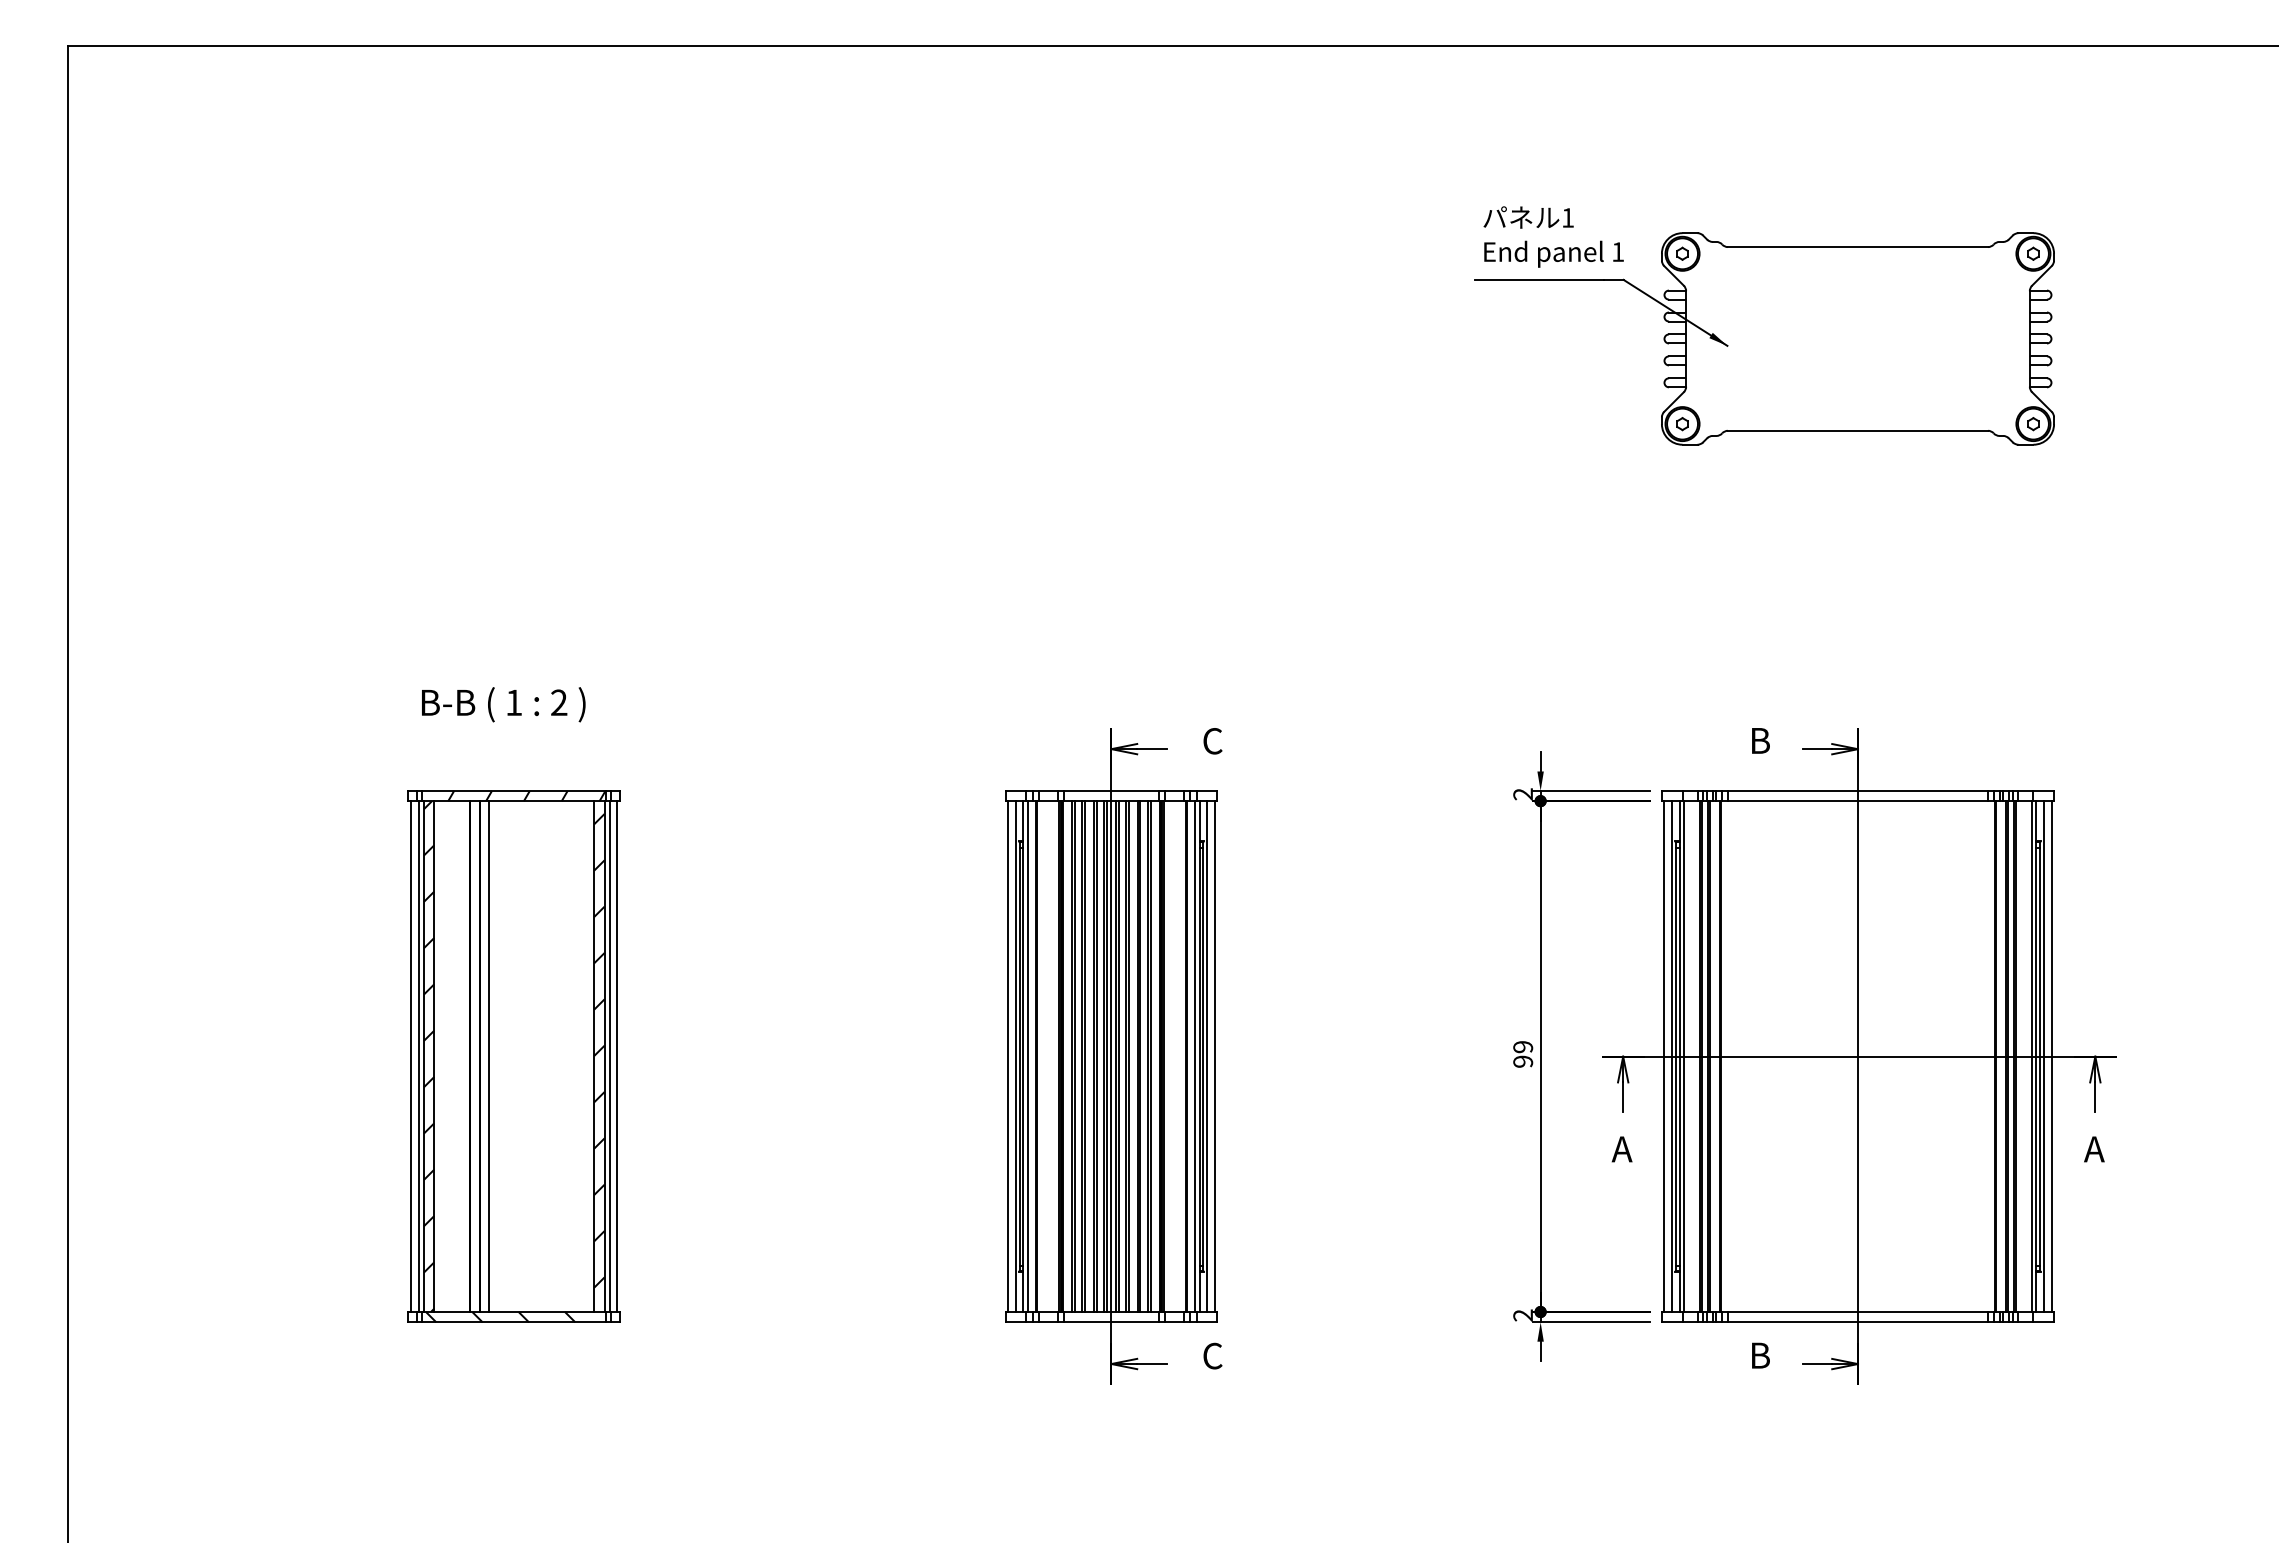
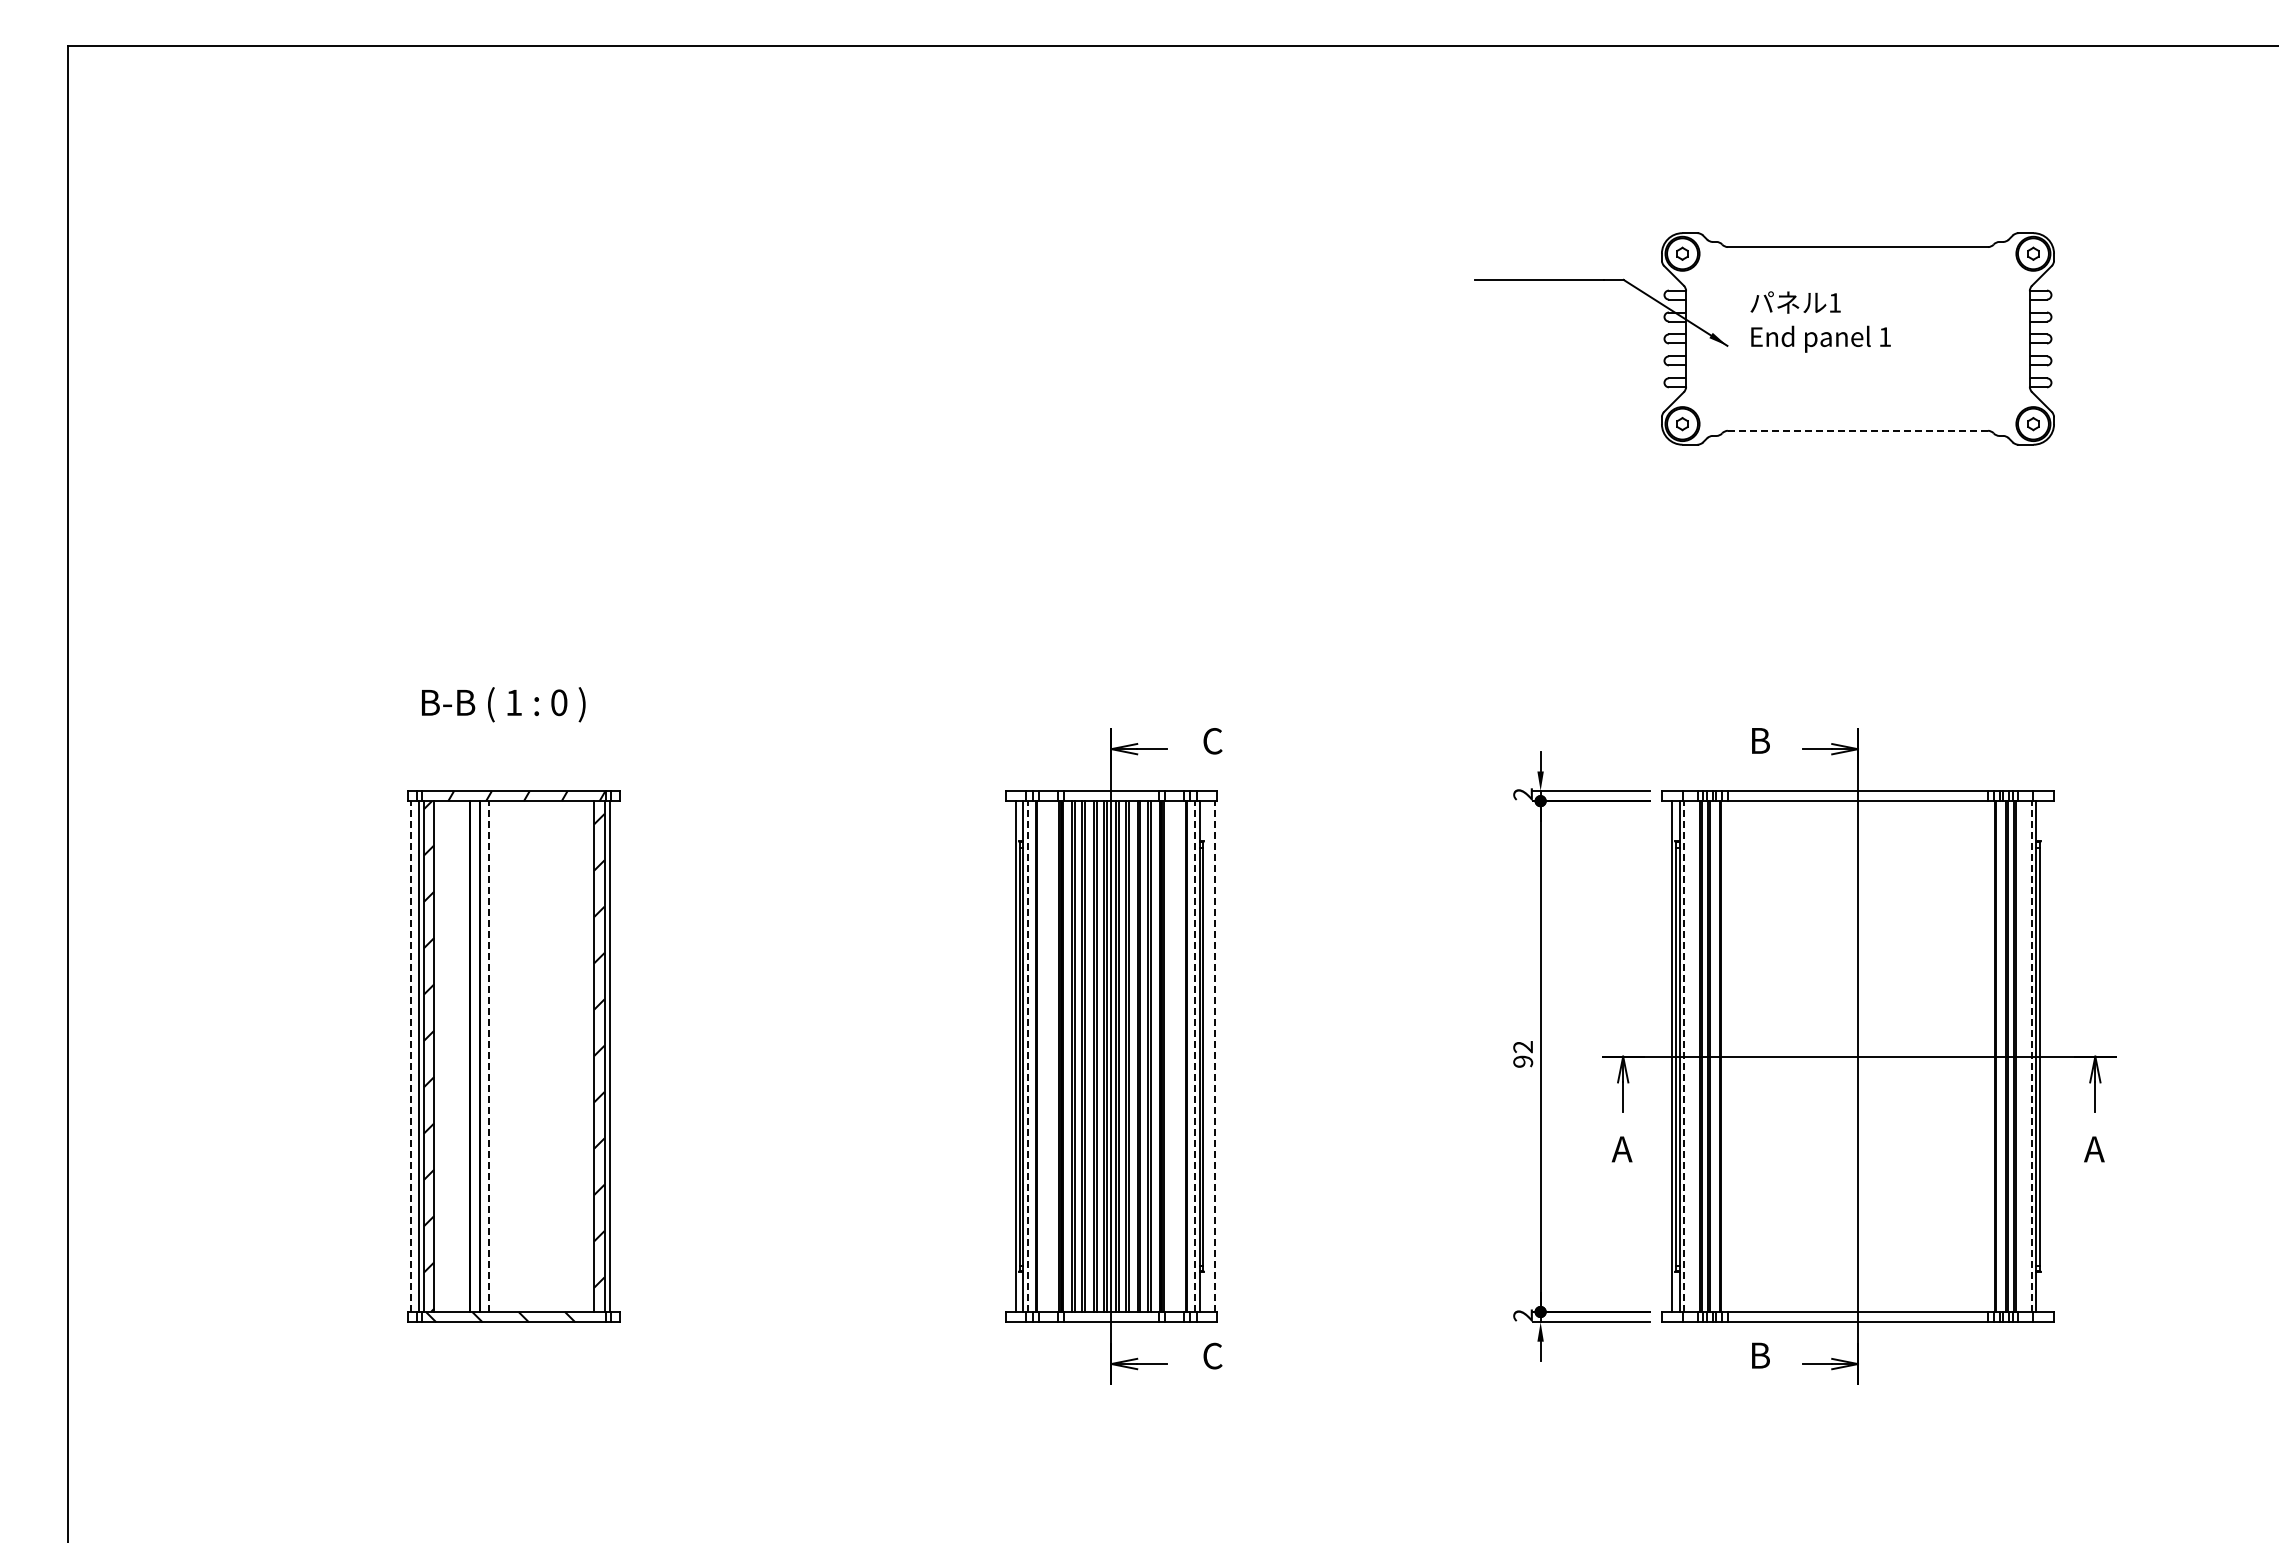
text at (1553, 236) position: (1553, 236) -> (1820, 321)
line at (1857, 430): solid -> dashed
text at (559, 702): 2 -> 0
text at (1523, 1047): 99 -> 92
line at (411, 1056): solid -> dashed
line at (489, 1056): solid -> dashed
line at (617, 1056): present -> none
line at (1008, 1056): present -> none
line at (1027, 1056): solid -> dashed
line at (1194, 1056): solid -> dashed
line at (1207, 1056): present -> none
line at (1214, 1056): solid -> dashed
line at (1664, 1056): present -> none
line at (1684, 1056): solid -> dashed
line at (2031, 1056): solid -> dashed
line at (2043, 1056): present -> none
line at (2051, 1056): present -> none
